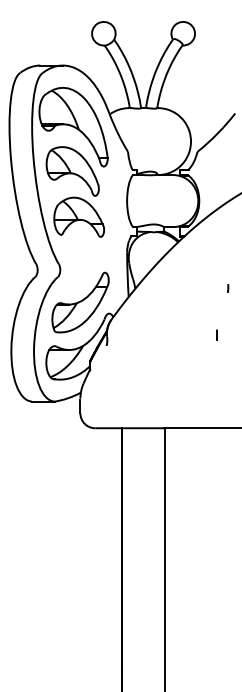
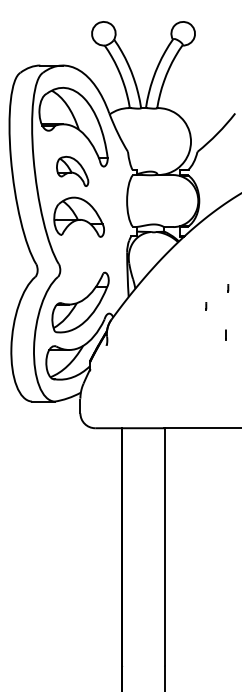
part at (72, 171) size: 55x51 px -> 34x32 px
part at (206, 306): none -> present
line at (216, 334) position: (216, 334) -> (225, 334)
